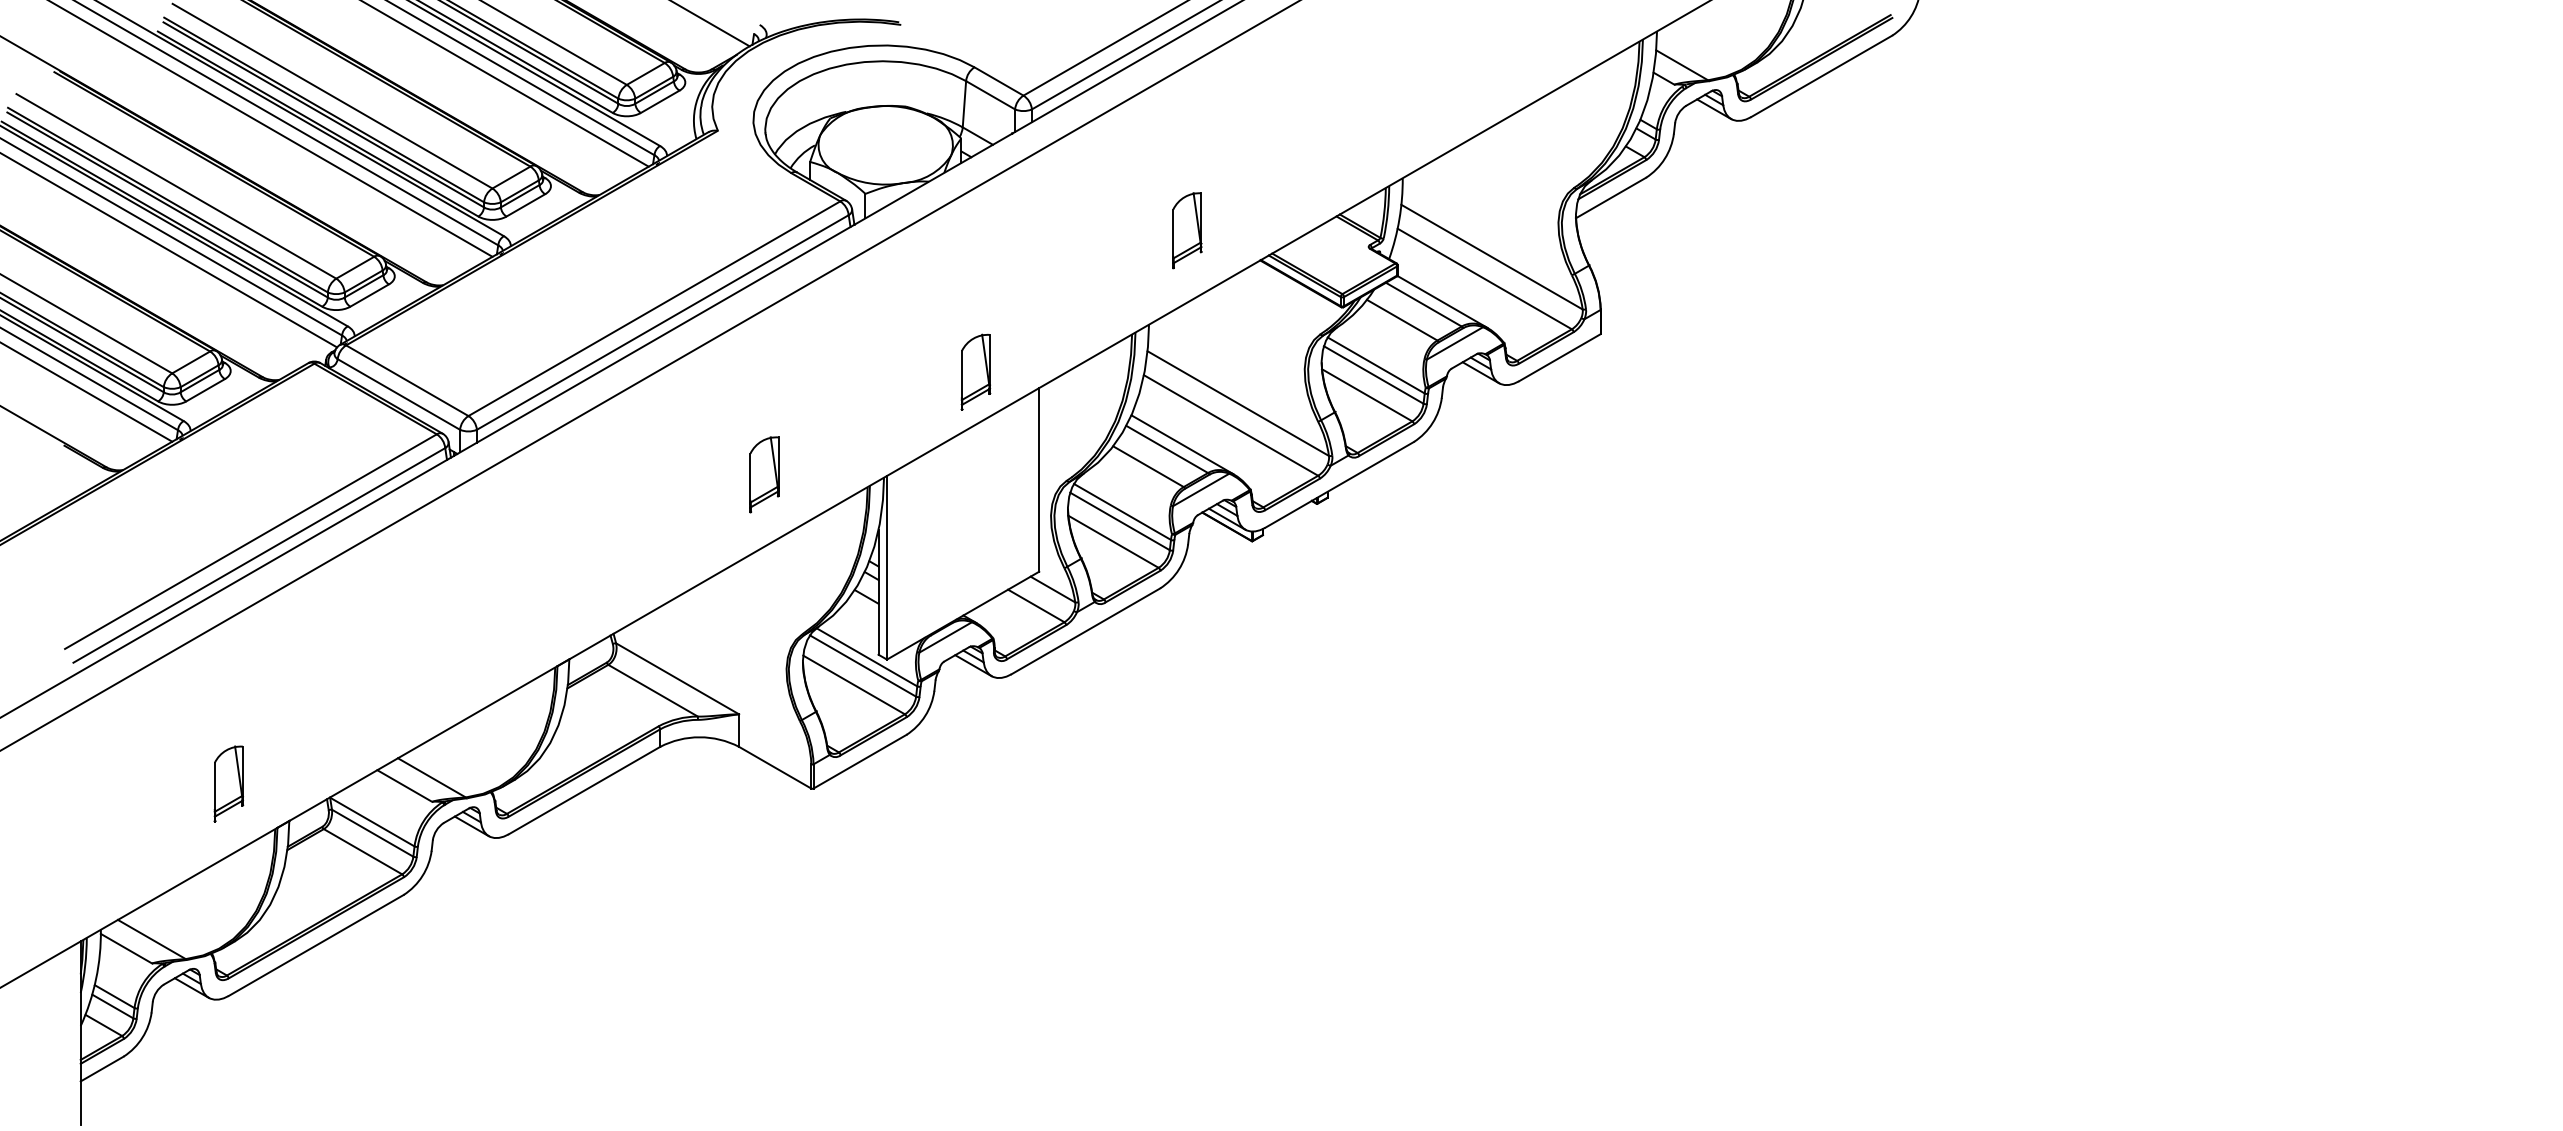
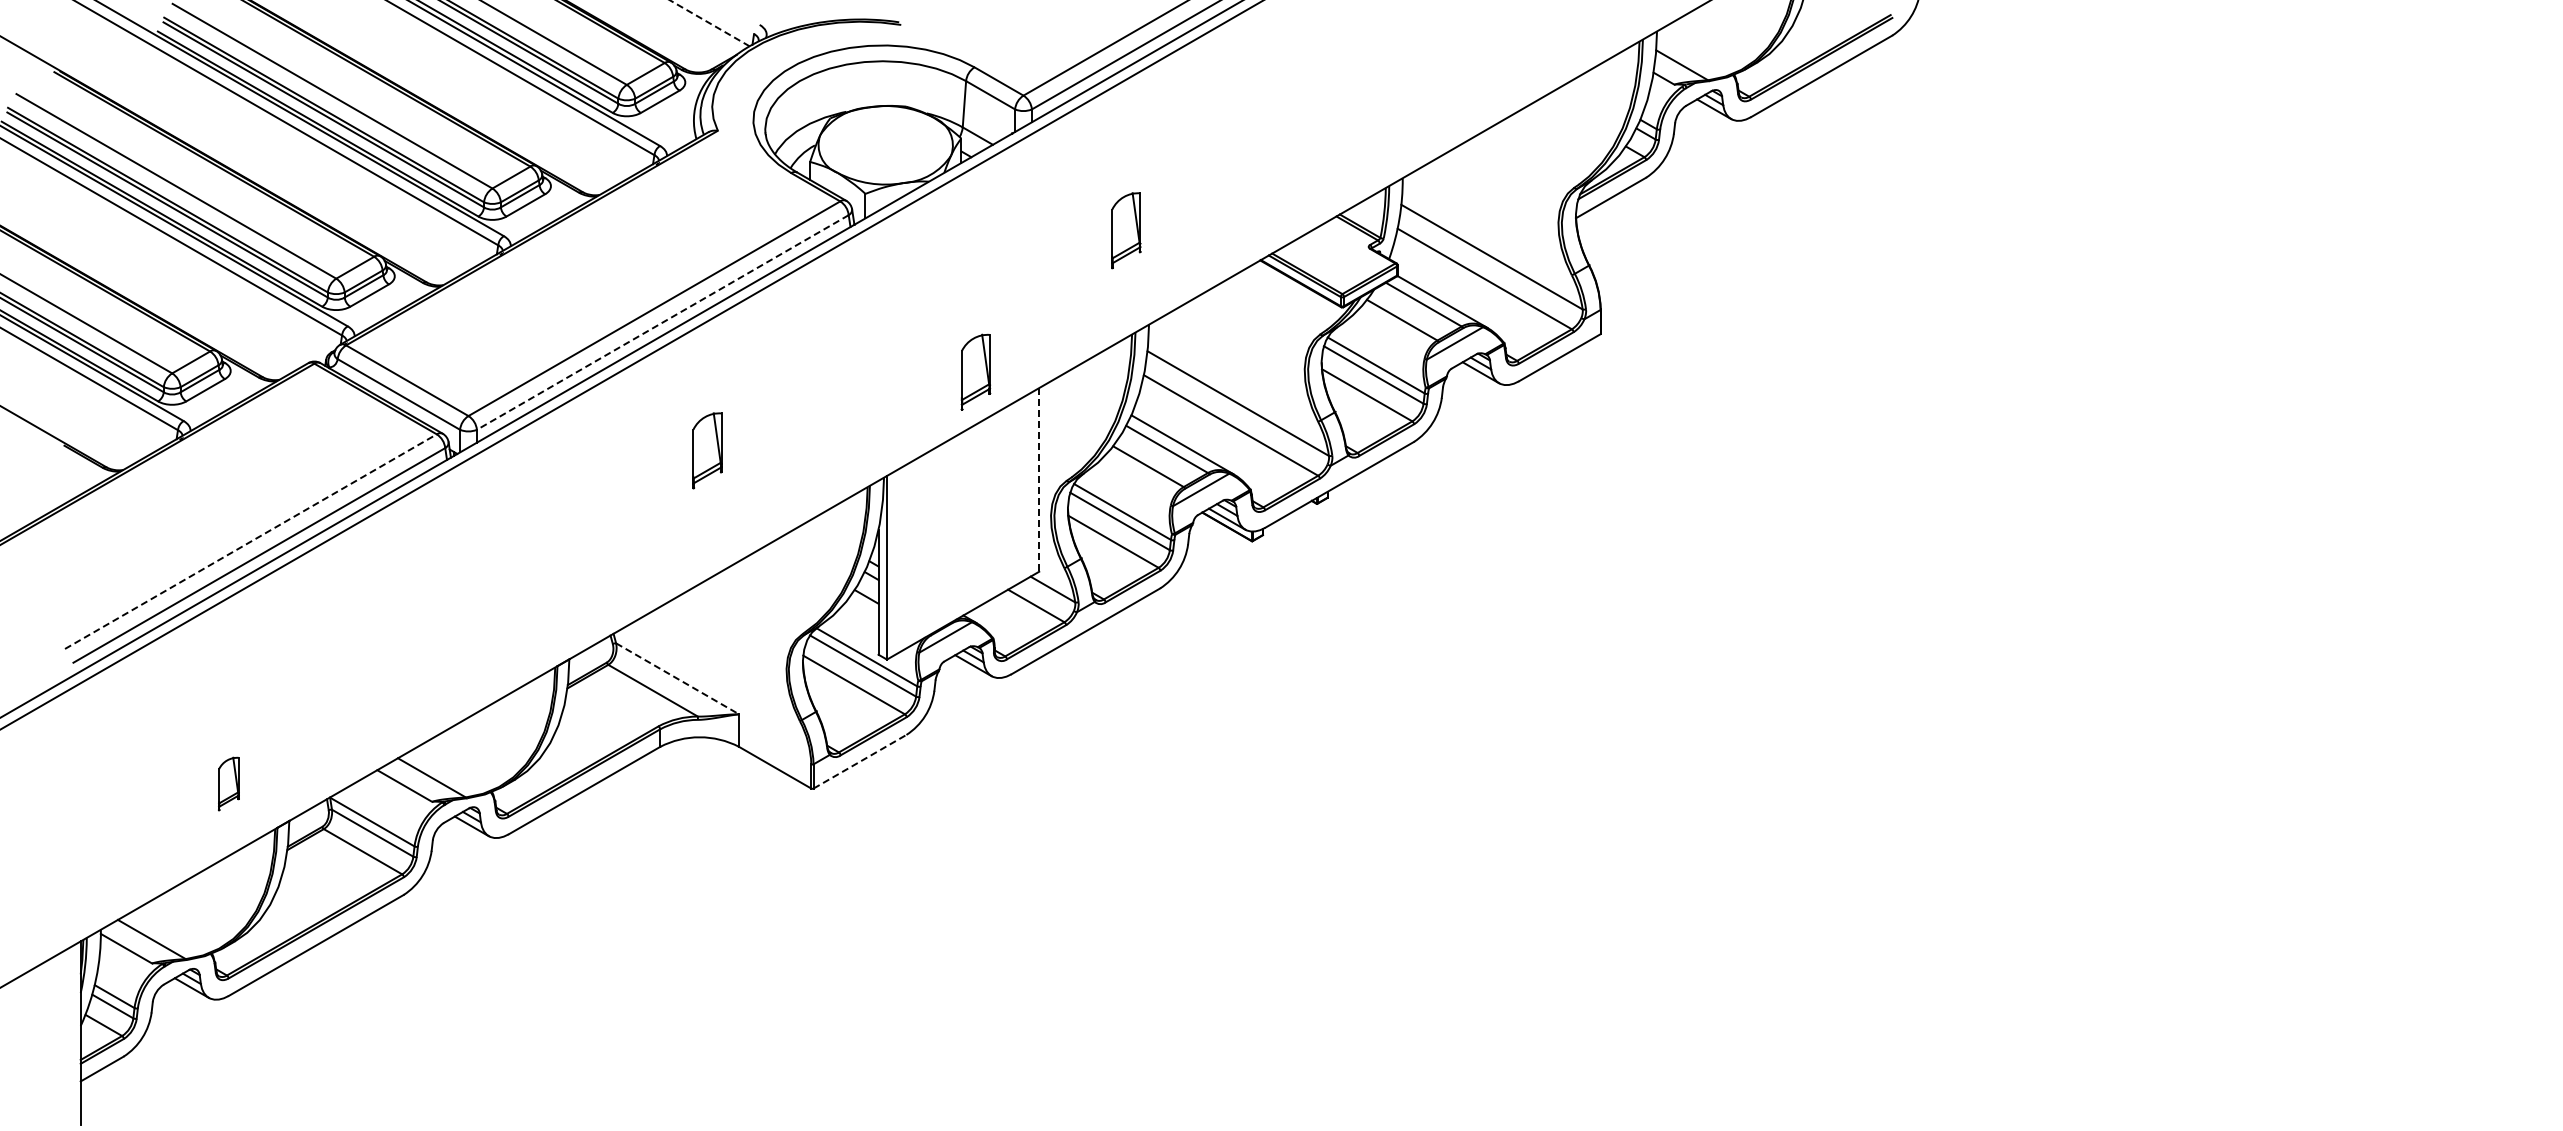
line at (709, 23): solid -> dashed
line at (505, 84): present -> none
line at (271, 129): present -> none
part at (1187, 230) position: (1187, 230) -> (1126, 230)
line at (169, 250): present -> none
line at (662, 322): solid -> dashed
line at (649, 375) position: (649, 375) -> (631, 365)
line at (87, 392): present -> none
part at (764, 474) position: (764, 474) -> (707, 450)
line at (1039, 479): solid -> dashed
line at (250, 541): solid -> dashed
line at (678, 679): solid -> dashed
line at (860, 761): solid -> dashed
part at (228, 783) size: 32x78 px -> 22x56 px
